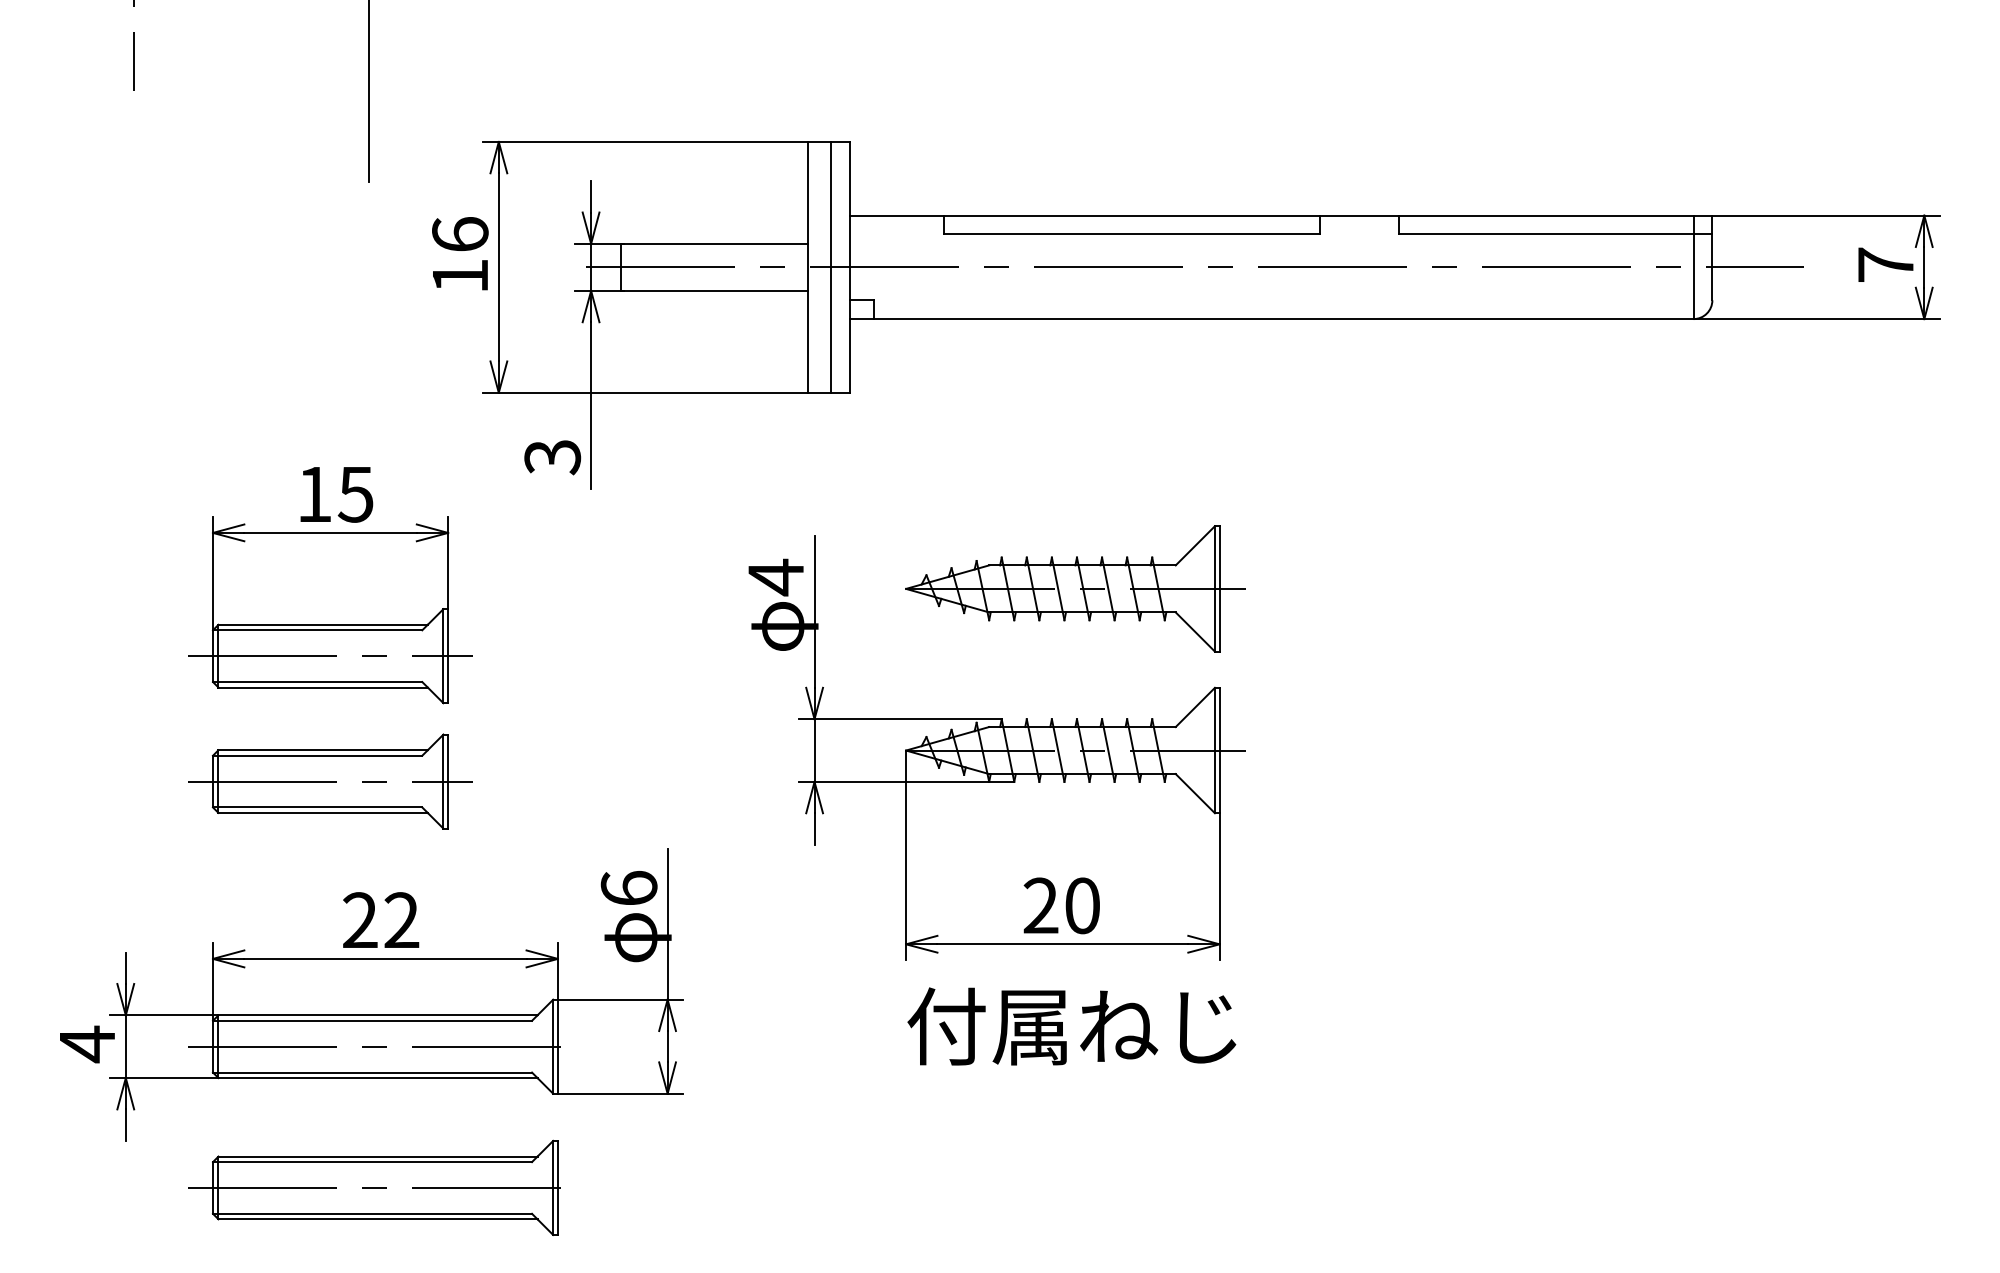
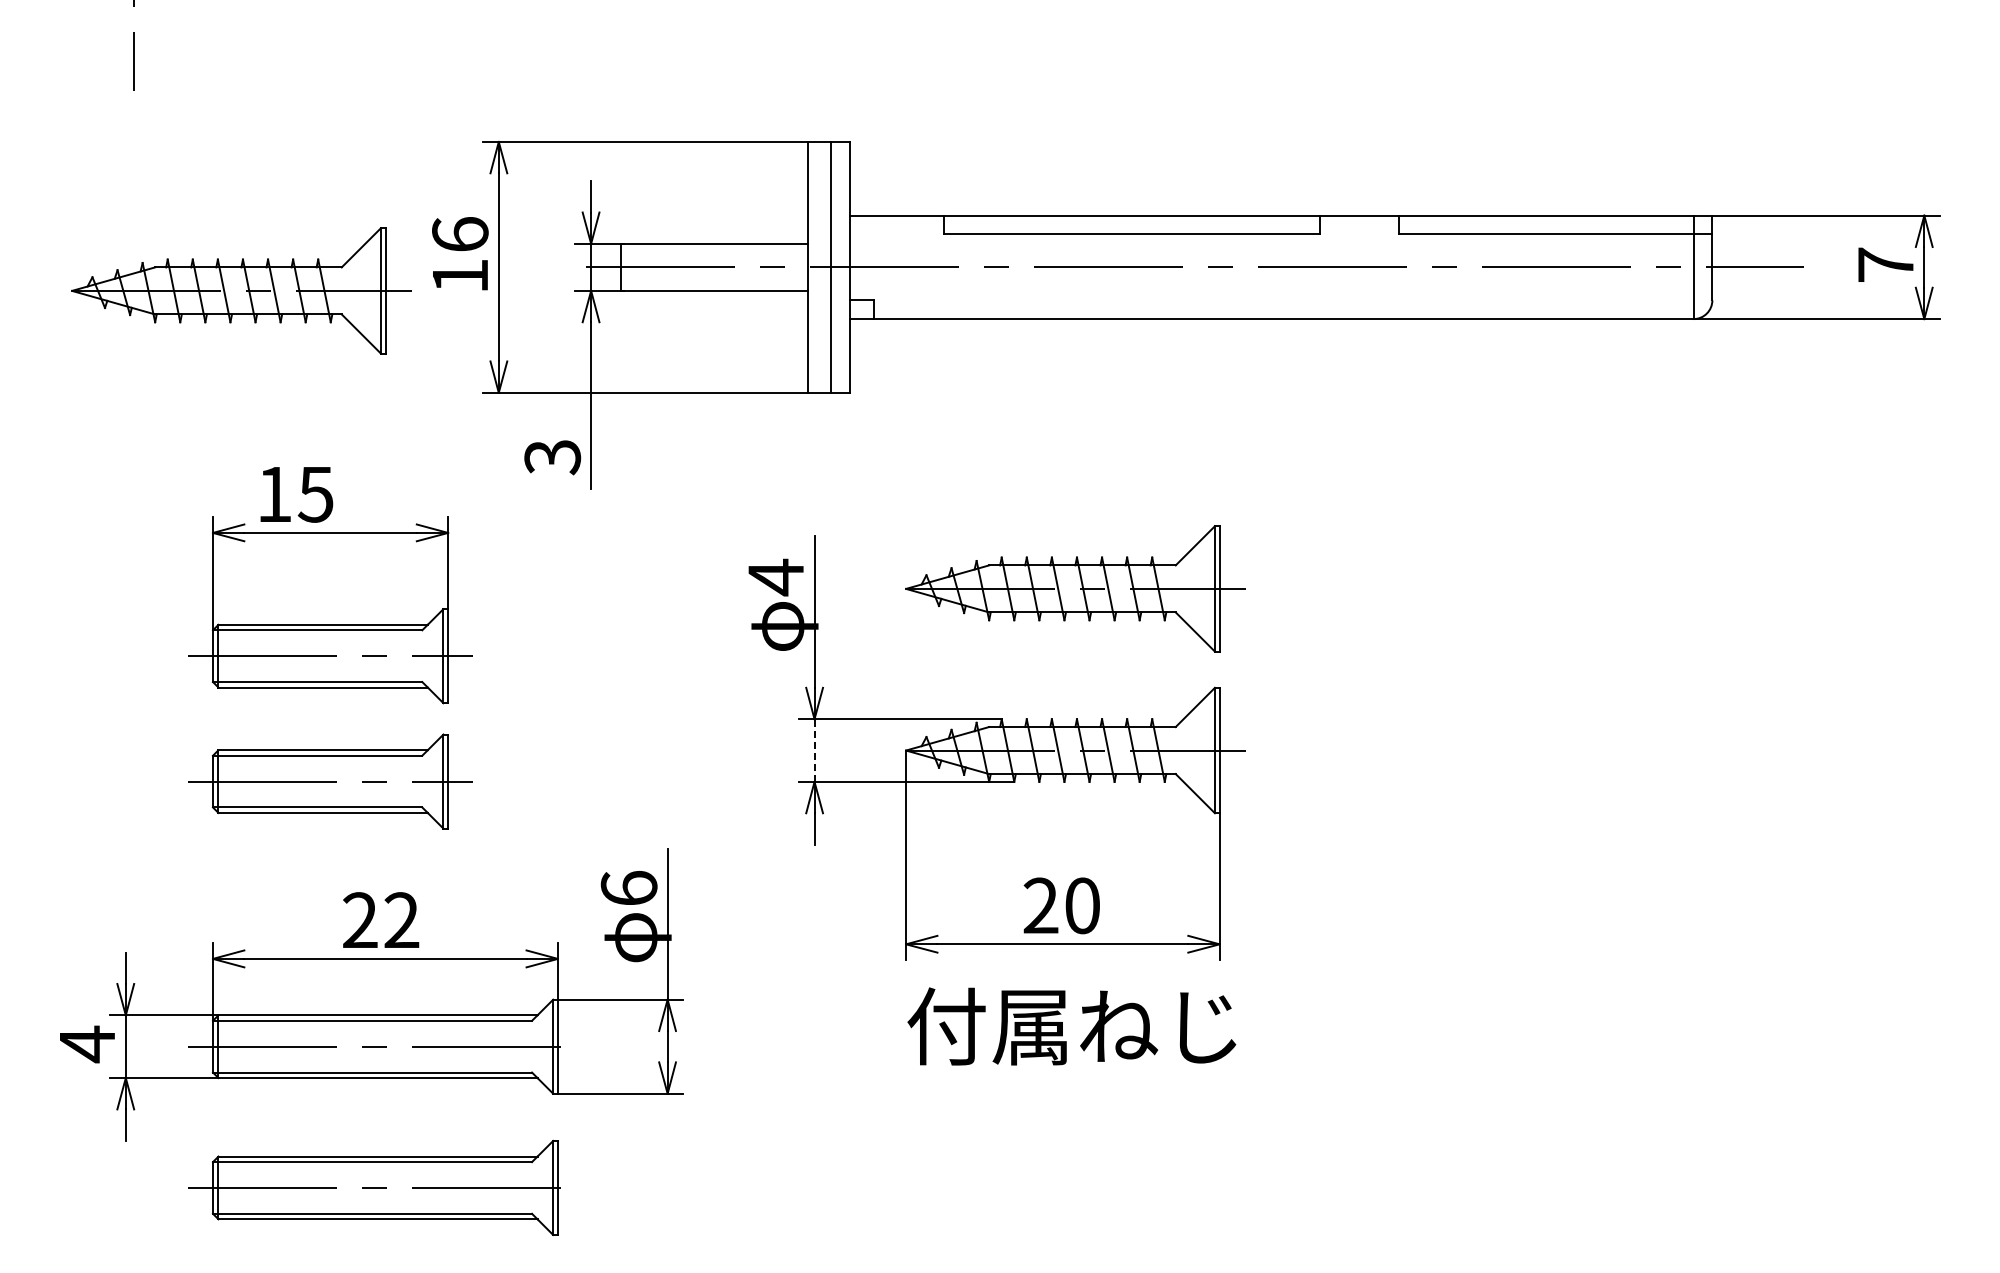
line at (368, 91): present -> none
part at (241, 290): none -> present
text at (336, 494) position: (336, 494) -> (296, 494)
line at (814, 750): solid -> dashed
